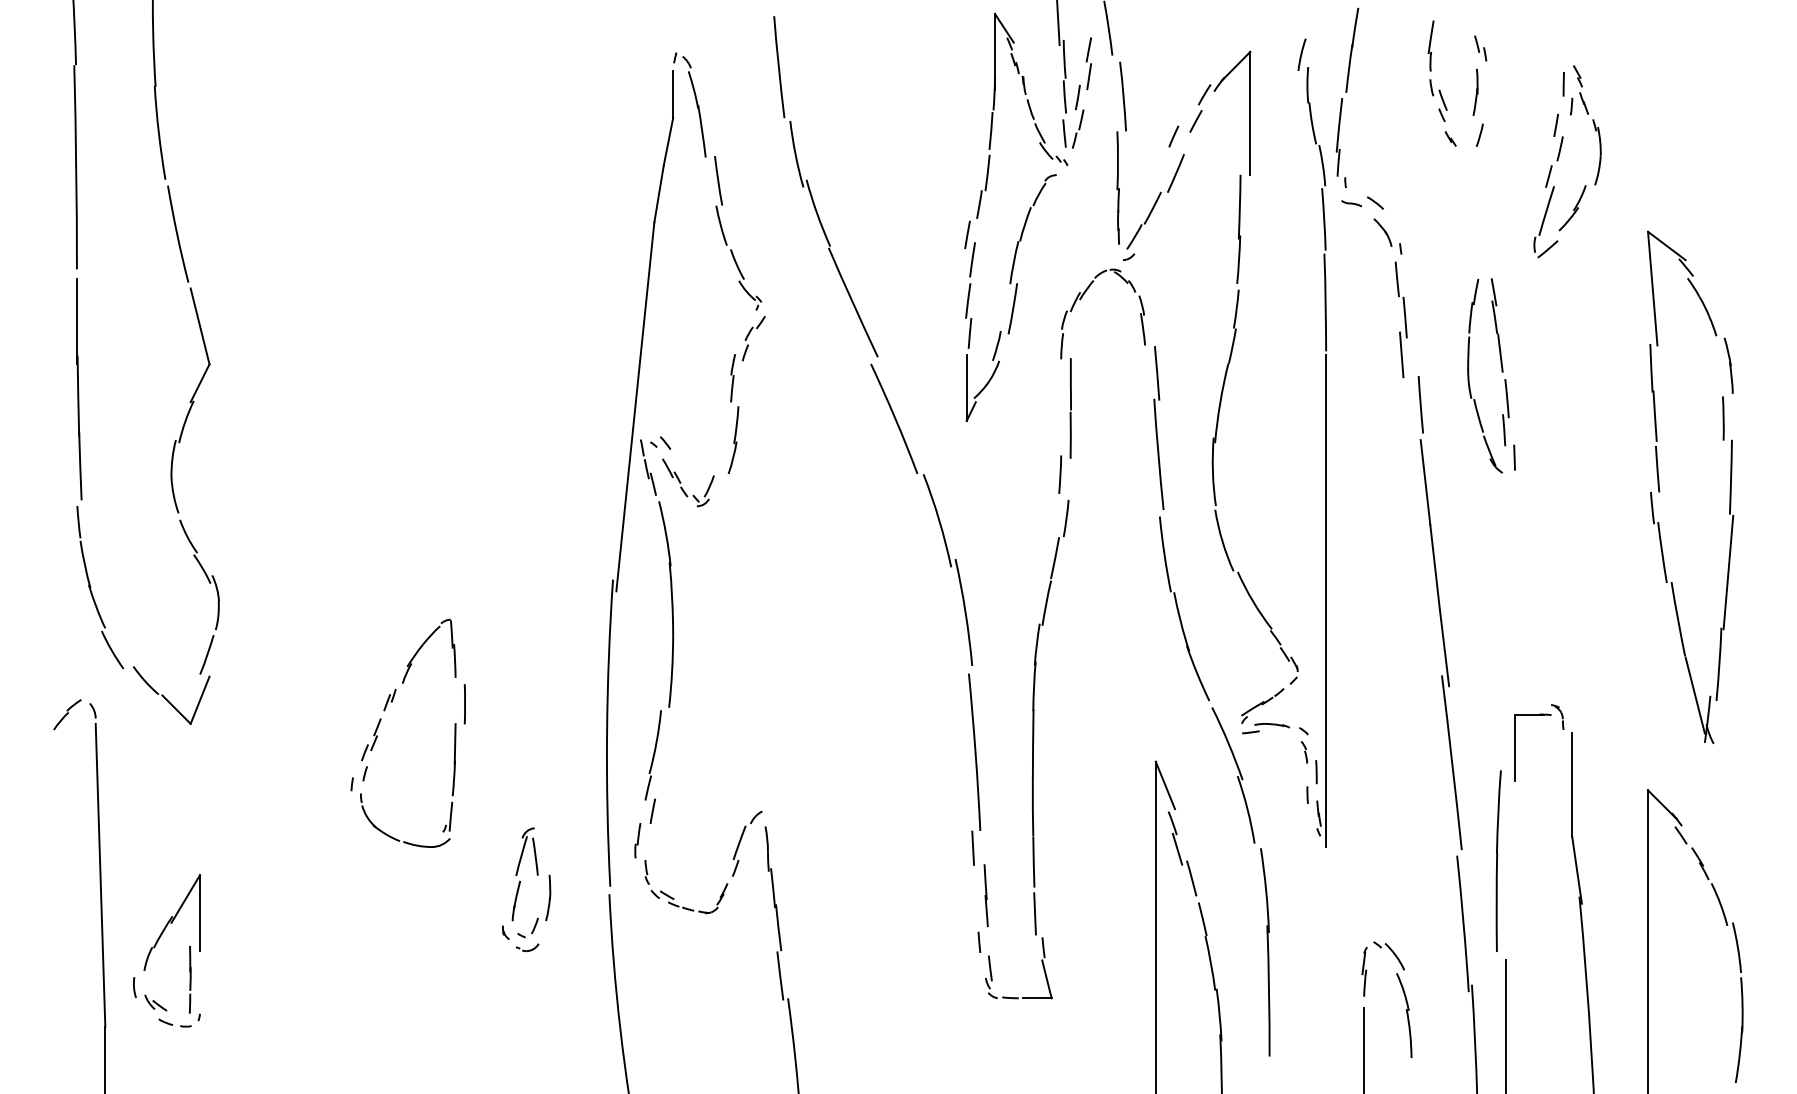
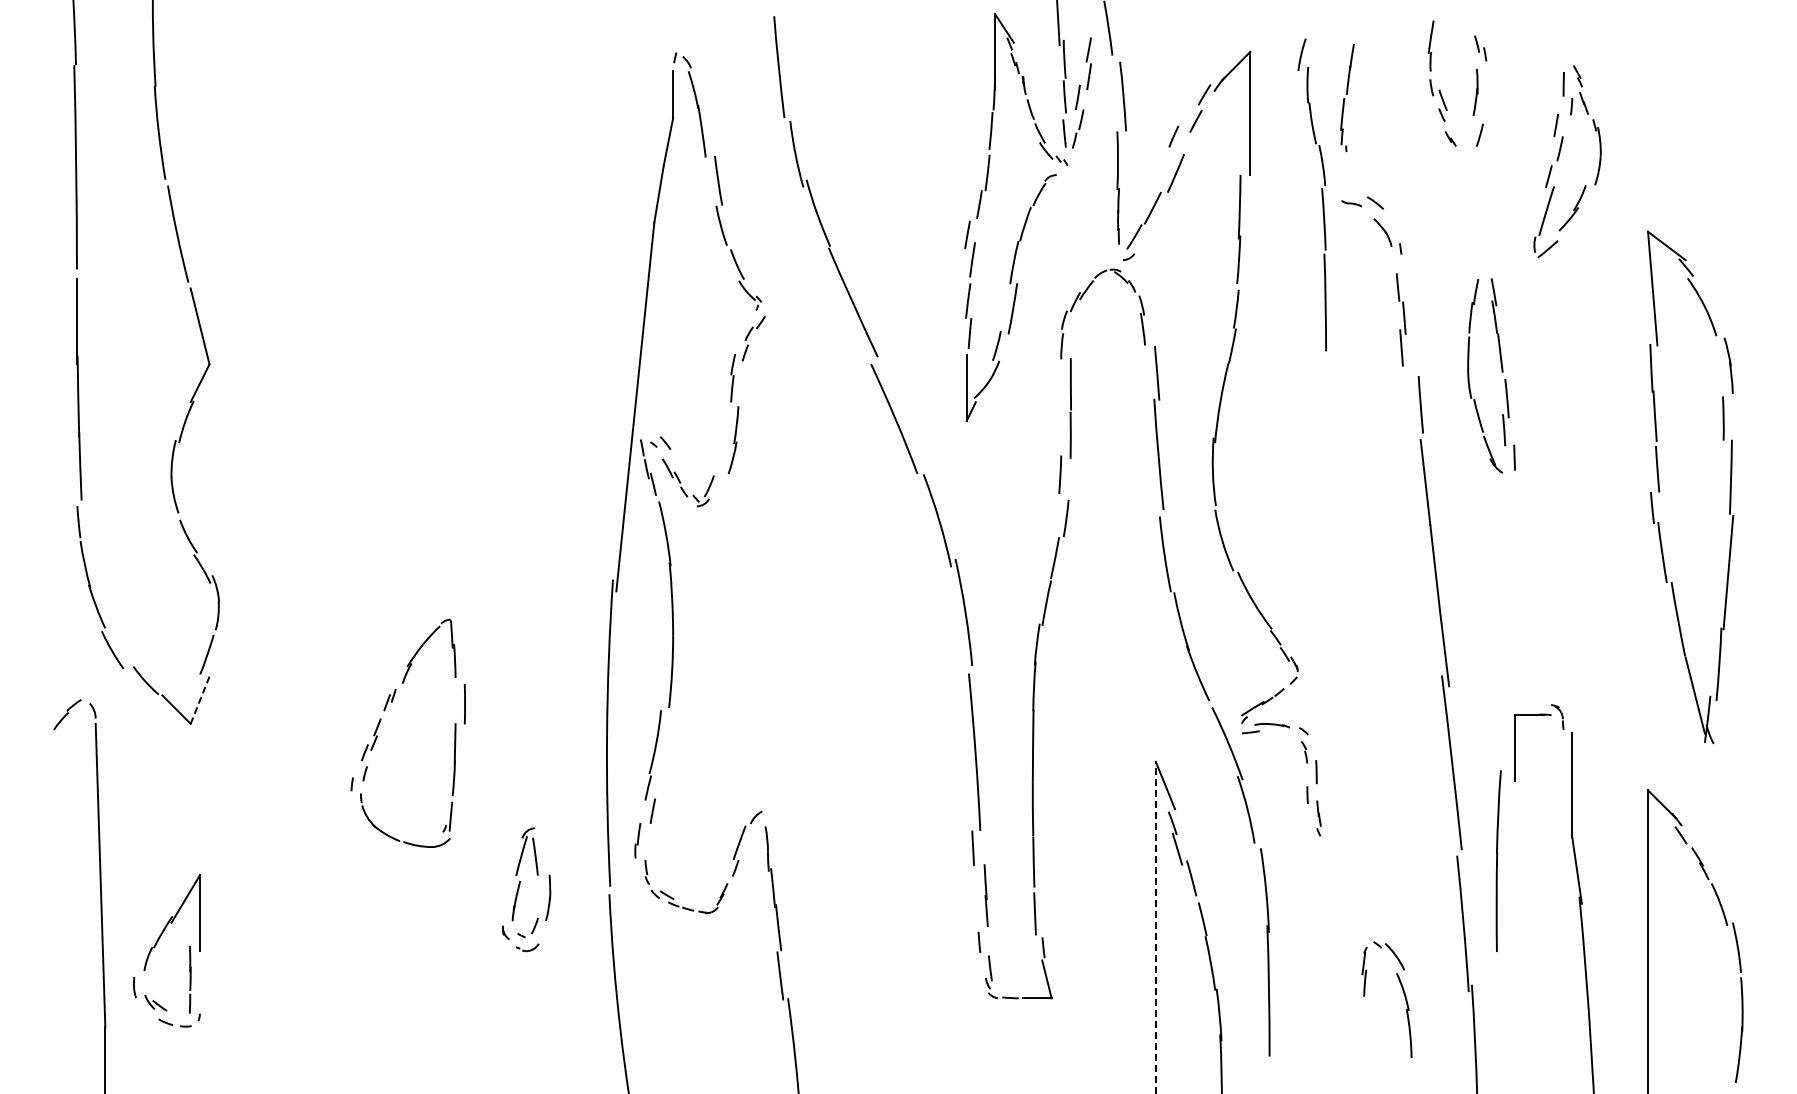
part at (1347, 97) size: 25x182 px -> 15x109 px
part at (1400, 319) size: 14x118 px -> 12x94 px
line at (1326, 600): present -> none
line at (199, 700): solid -> dashed
line at (1155, 927): solid -> dashed
line at (1506, 1025): present -> none
line at (1364, 1048): present -> none
